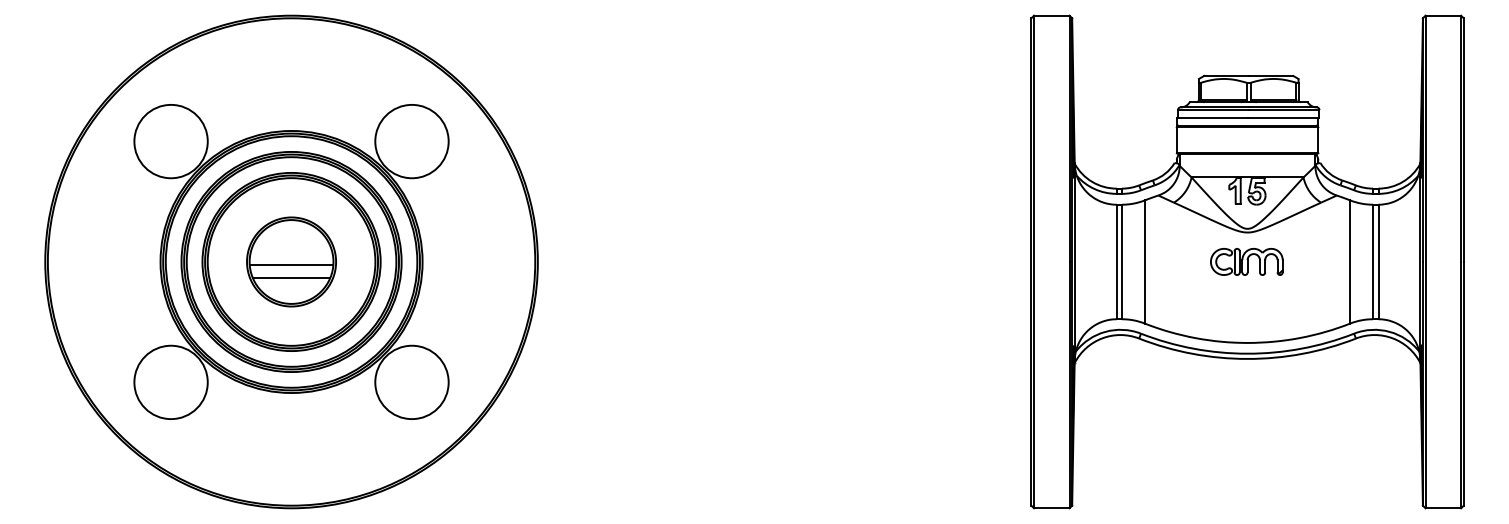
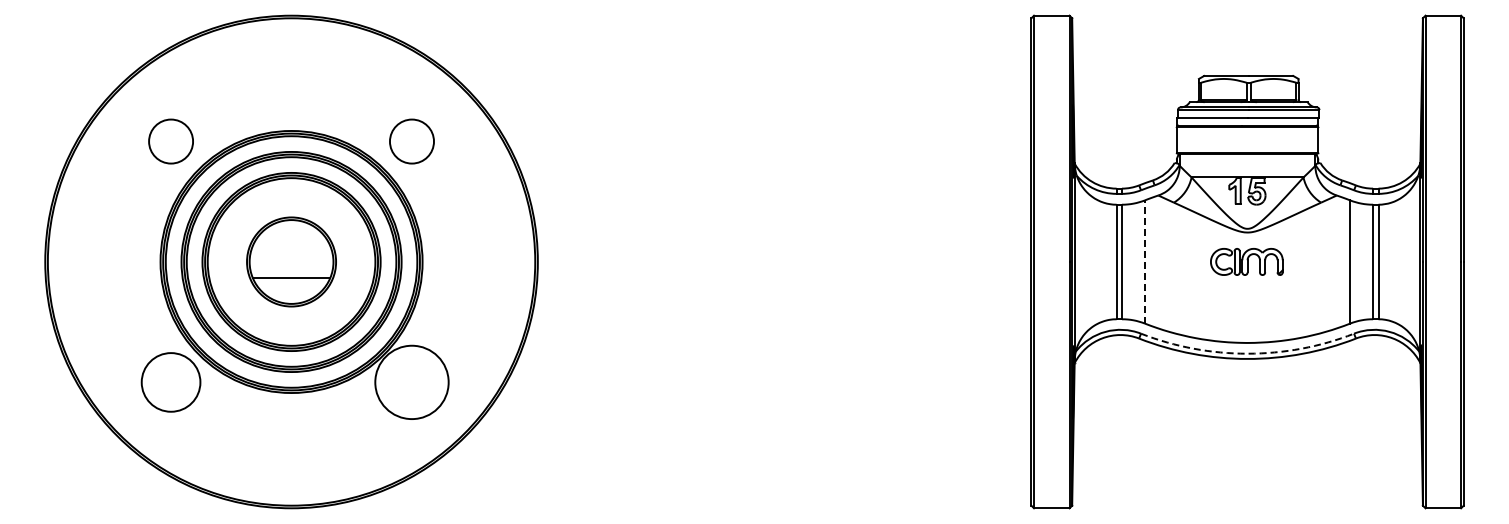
circle at (170, 141) diameter: 73 px -> 44 px
circle at (411, 141) diameter: 73 px -> 44 px
line at (1144, 262): solid -> dashed
line at (291, 264): present -> none
arc at (1247, 353): solid -> dashed
circle at (170, 382) diameter: 73 px -> 59 px
